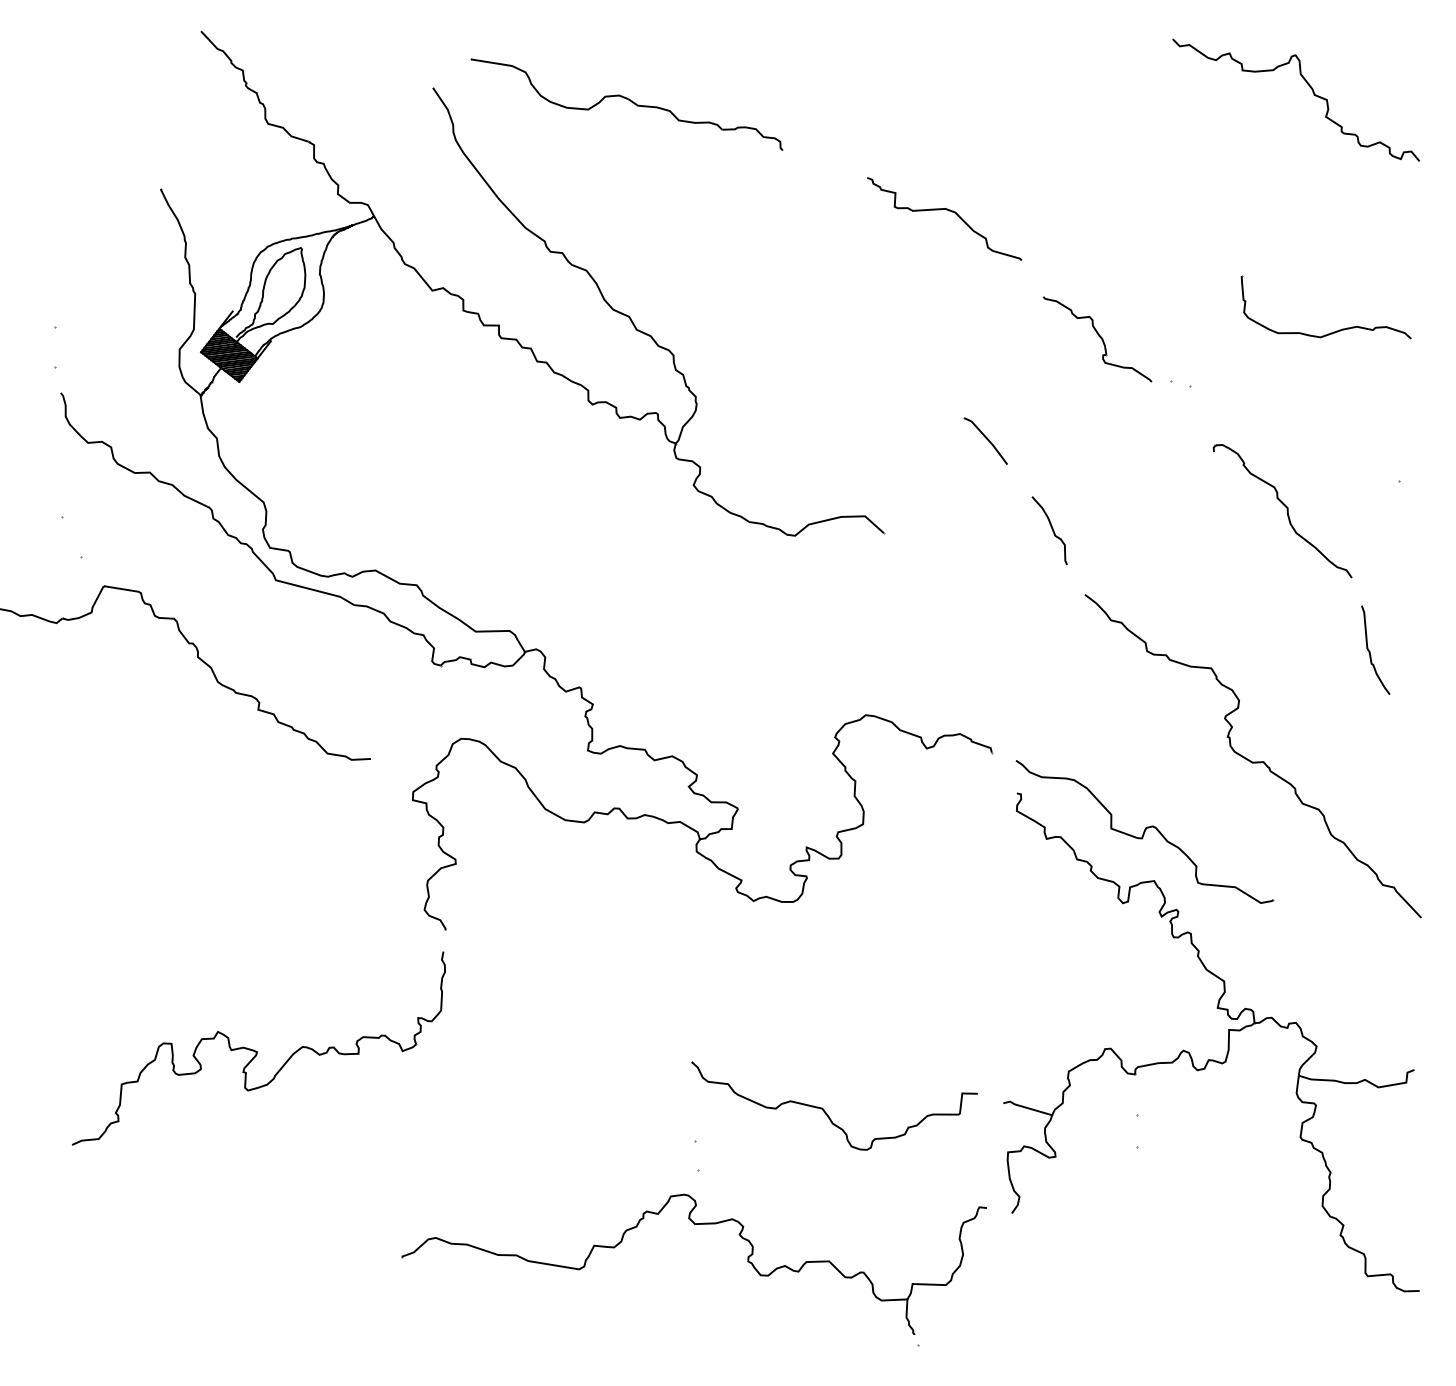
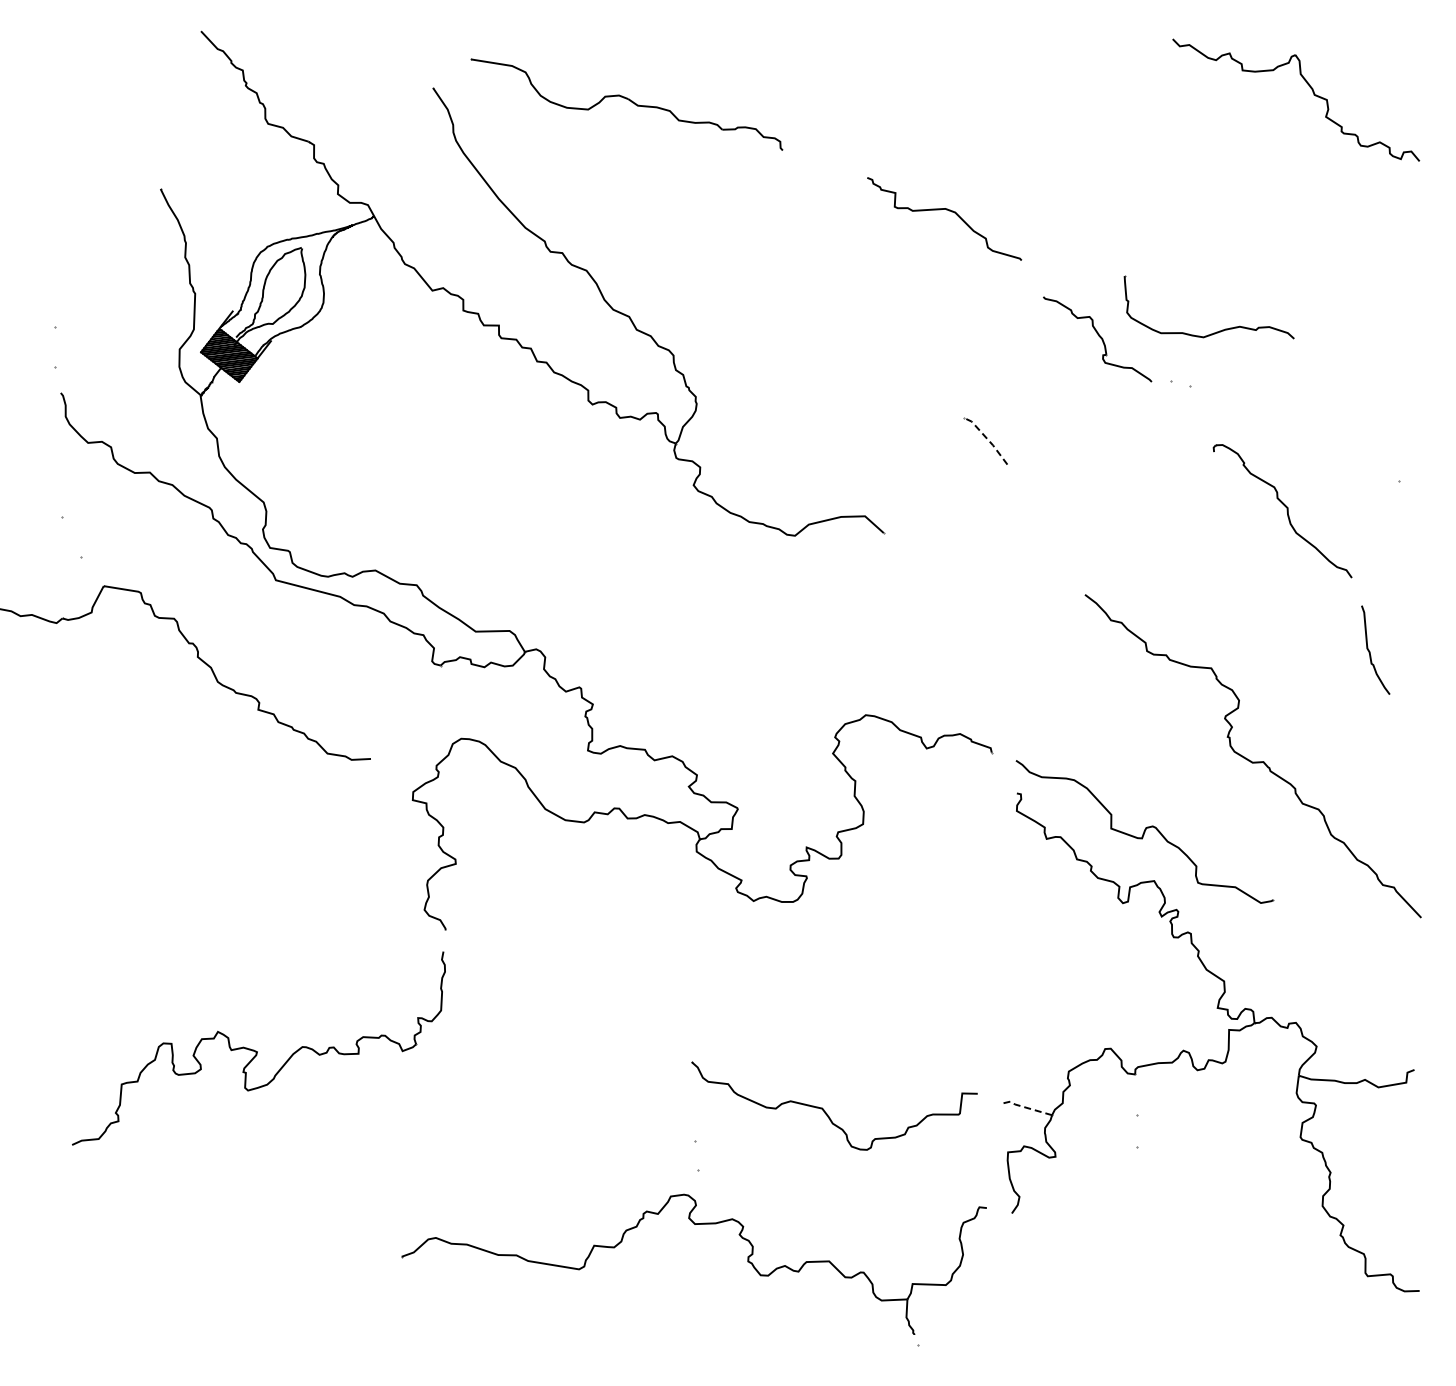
part at (1333, 331) position: (1333, 331) -> (1216, 331)
line at (987, 439): solid -> dashed
curve at (1051, 529): present -> none
line at (1025, 1107): solid -> dashed
